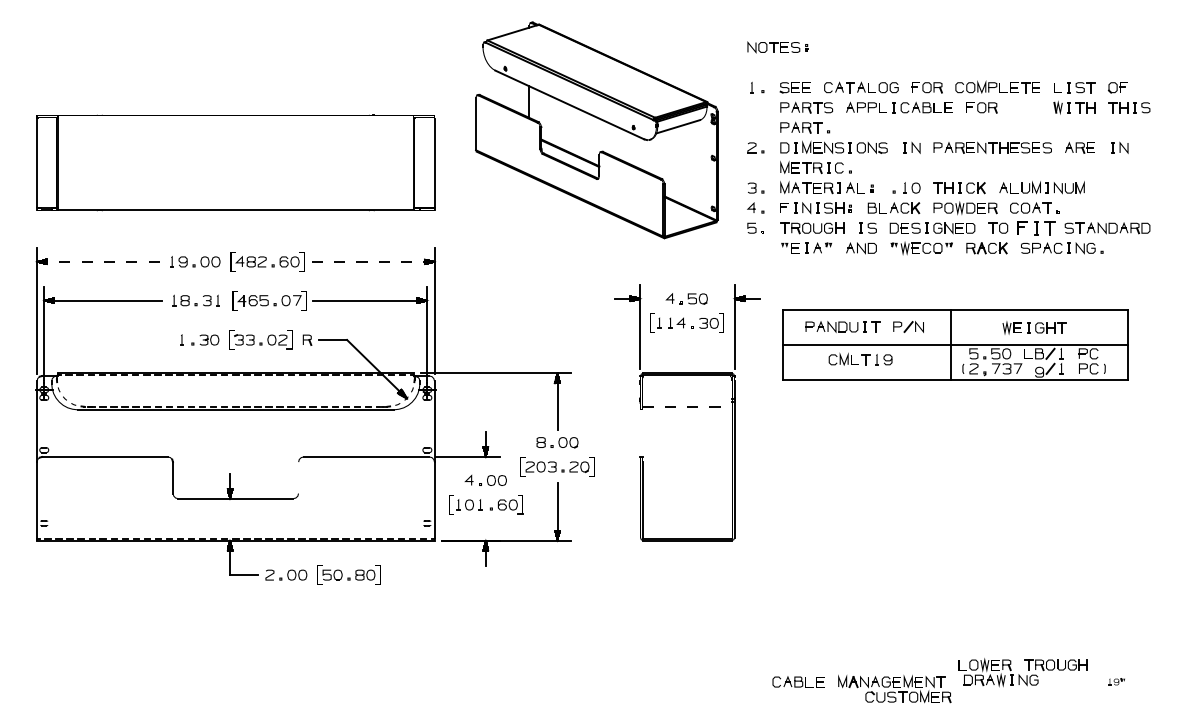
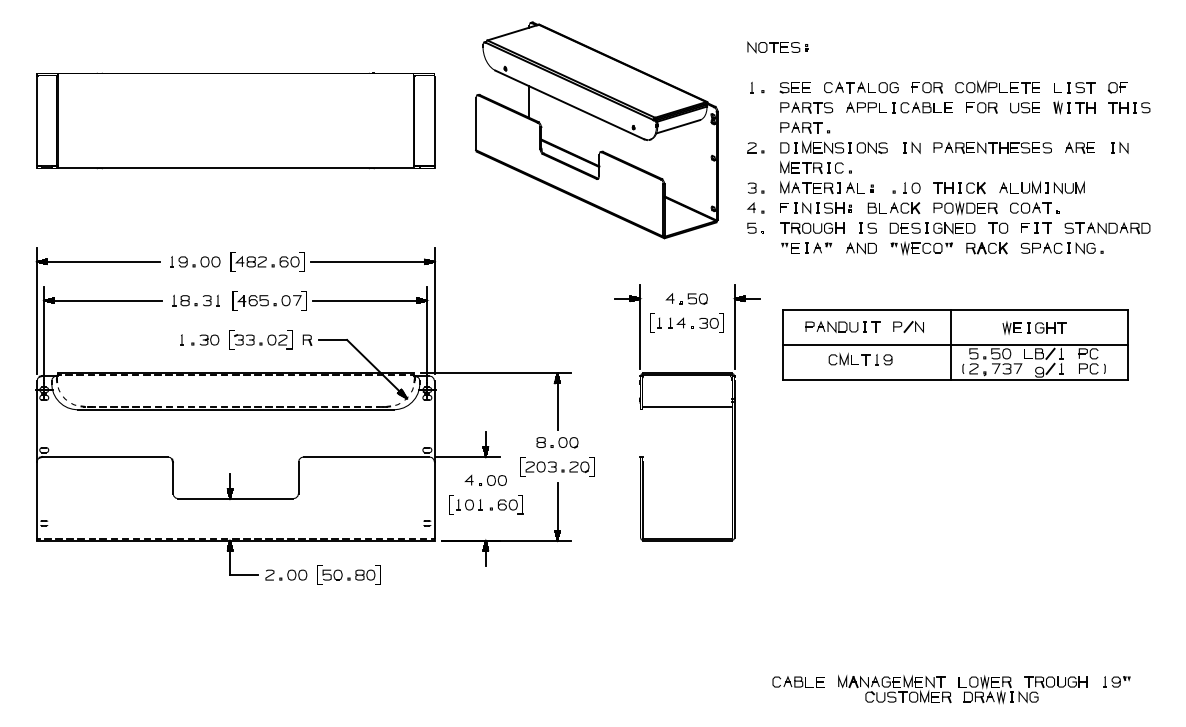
part at (1024, 107): none -> present
part at (235, 162) position: (235, 162) -> (235, 120)
part at (1036, 228) size: 39x15 px -> 31x12 px
line at (98, 261): dashed -> solid
line at (372, 261): dashed -> solid
line at (687, 406): dashed -> solid
line at (298, 477): none -> present
part at (1022, 672) position: (1022, 672) -> (1022, 689)
part at (1116, 681) size: 17x8 px -> 28x12 px
